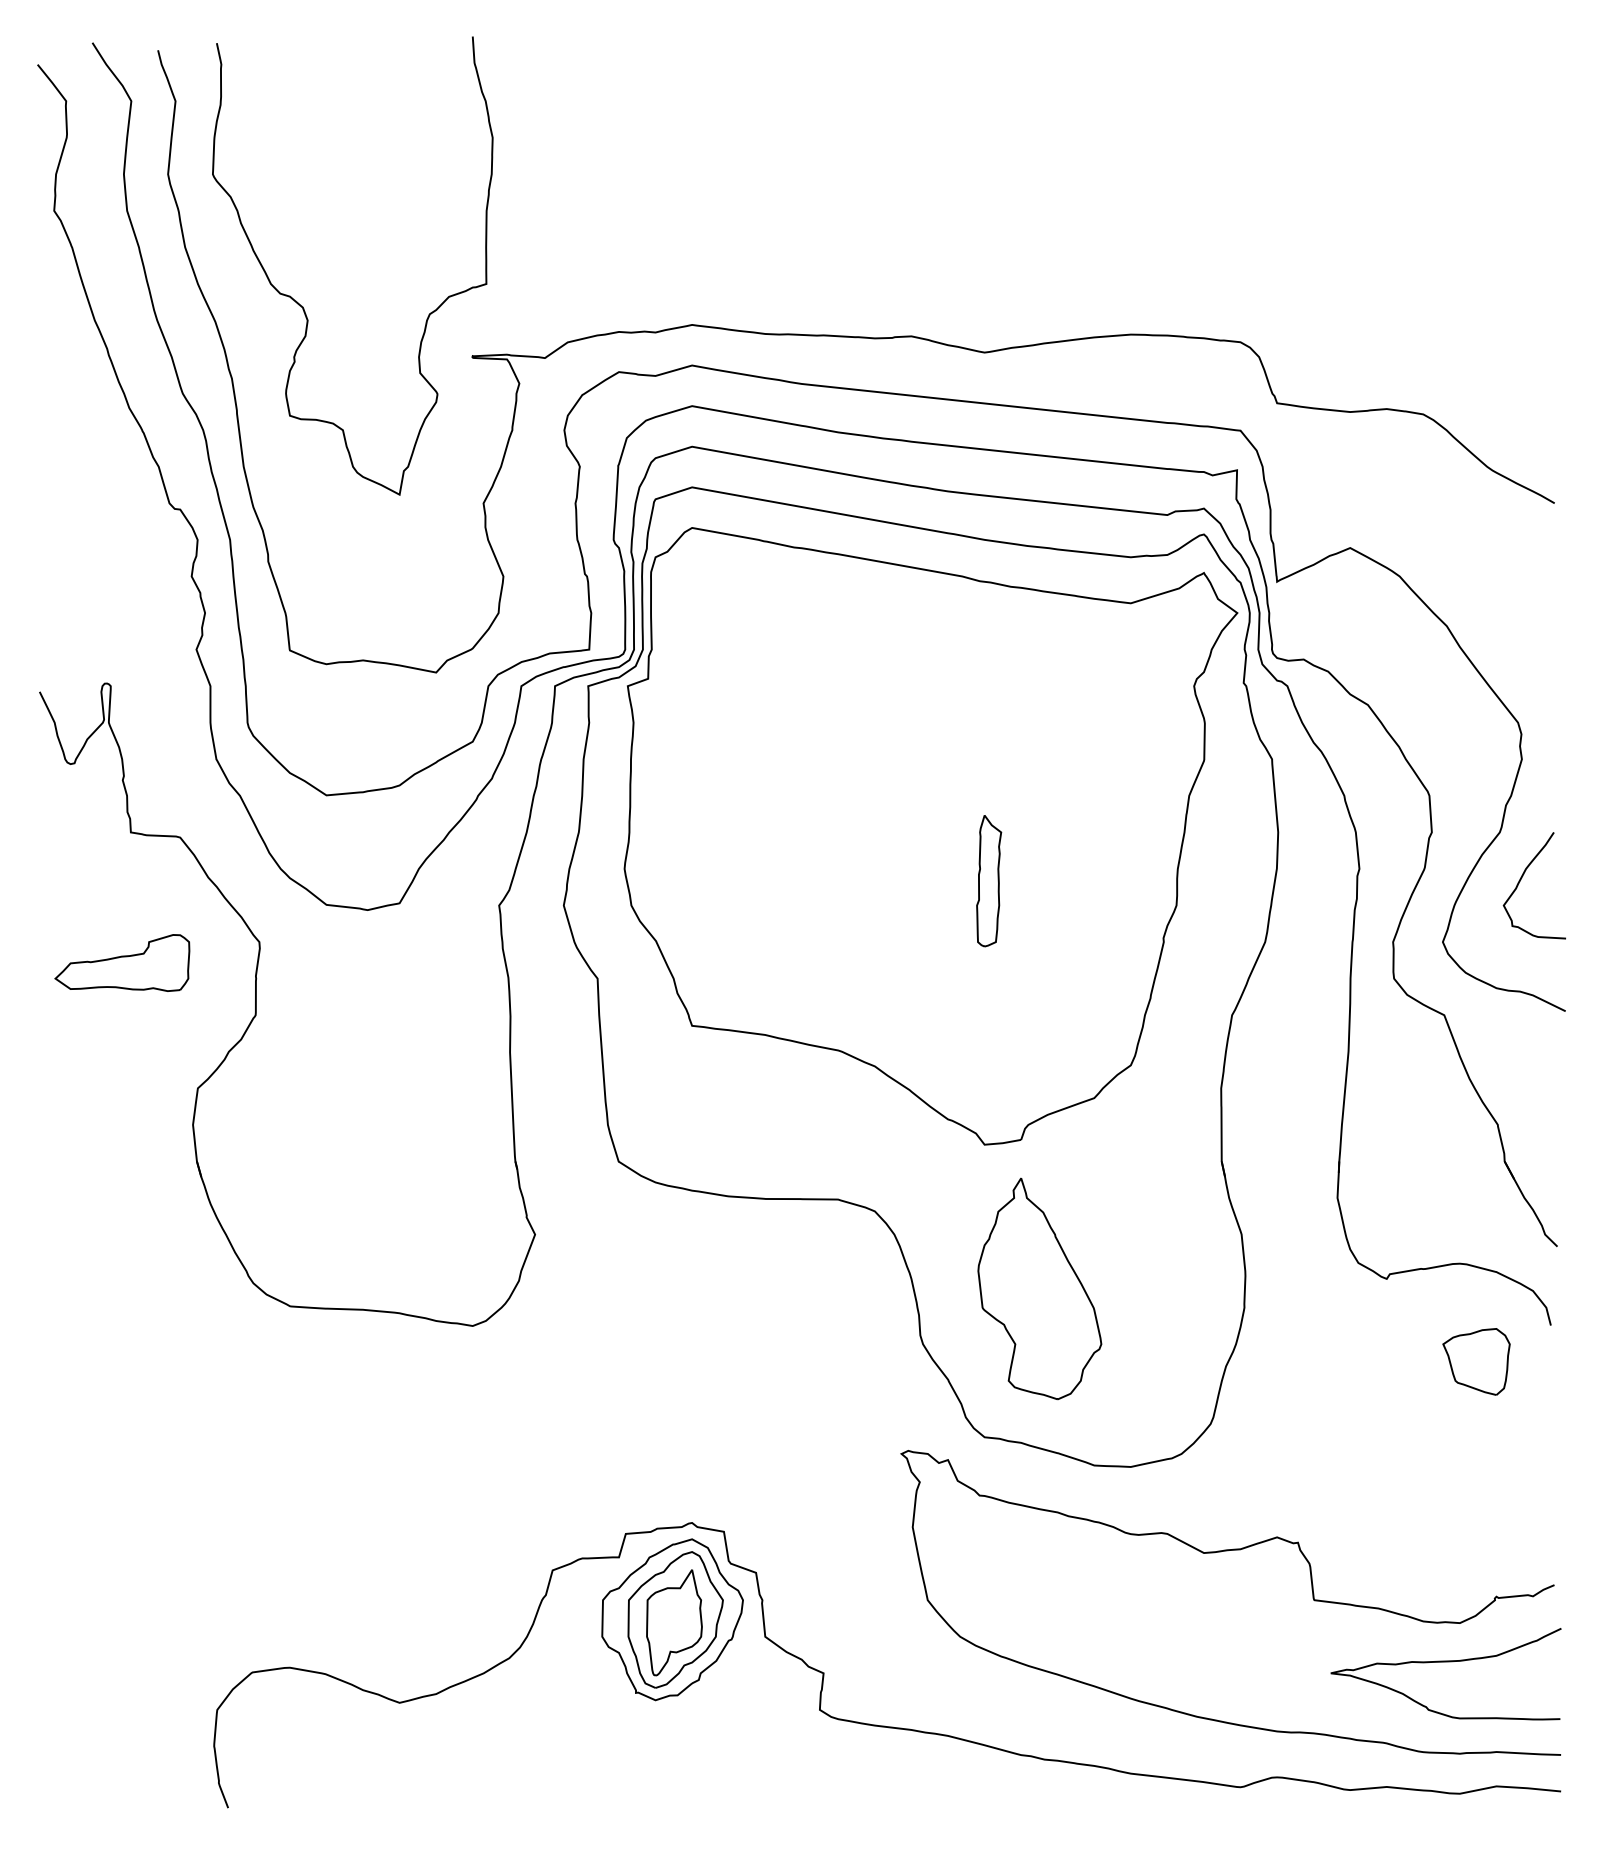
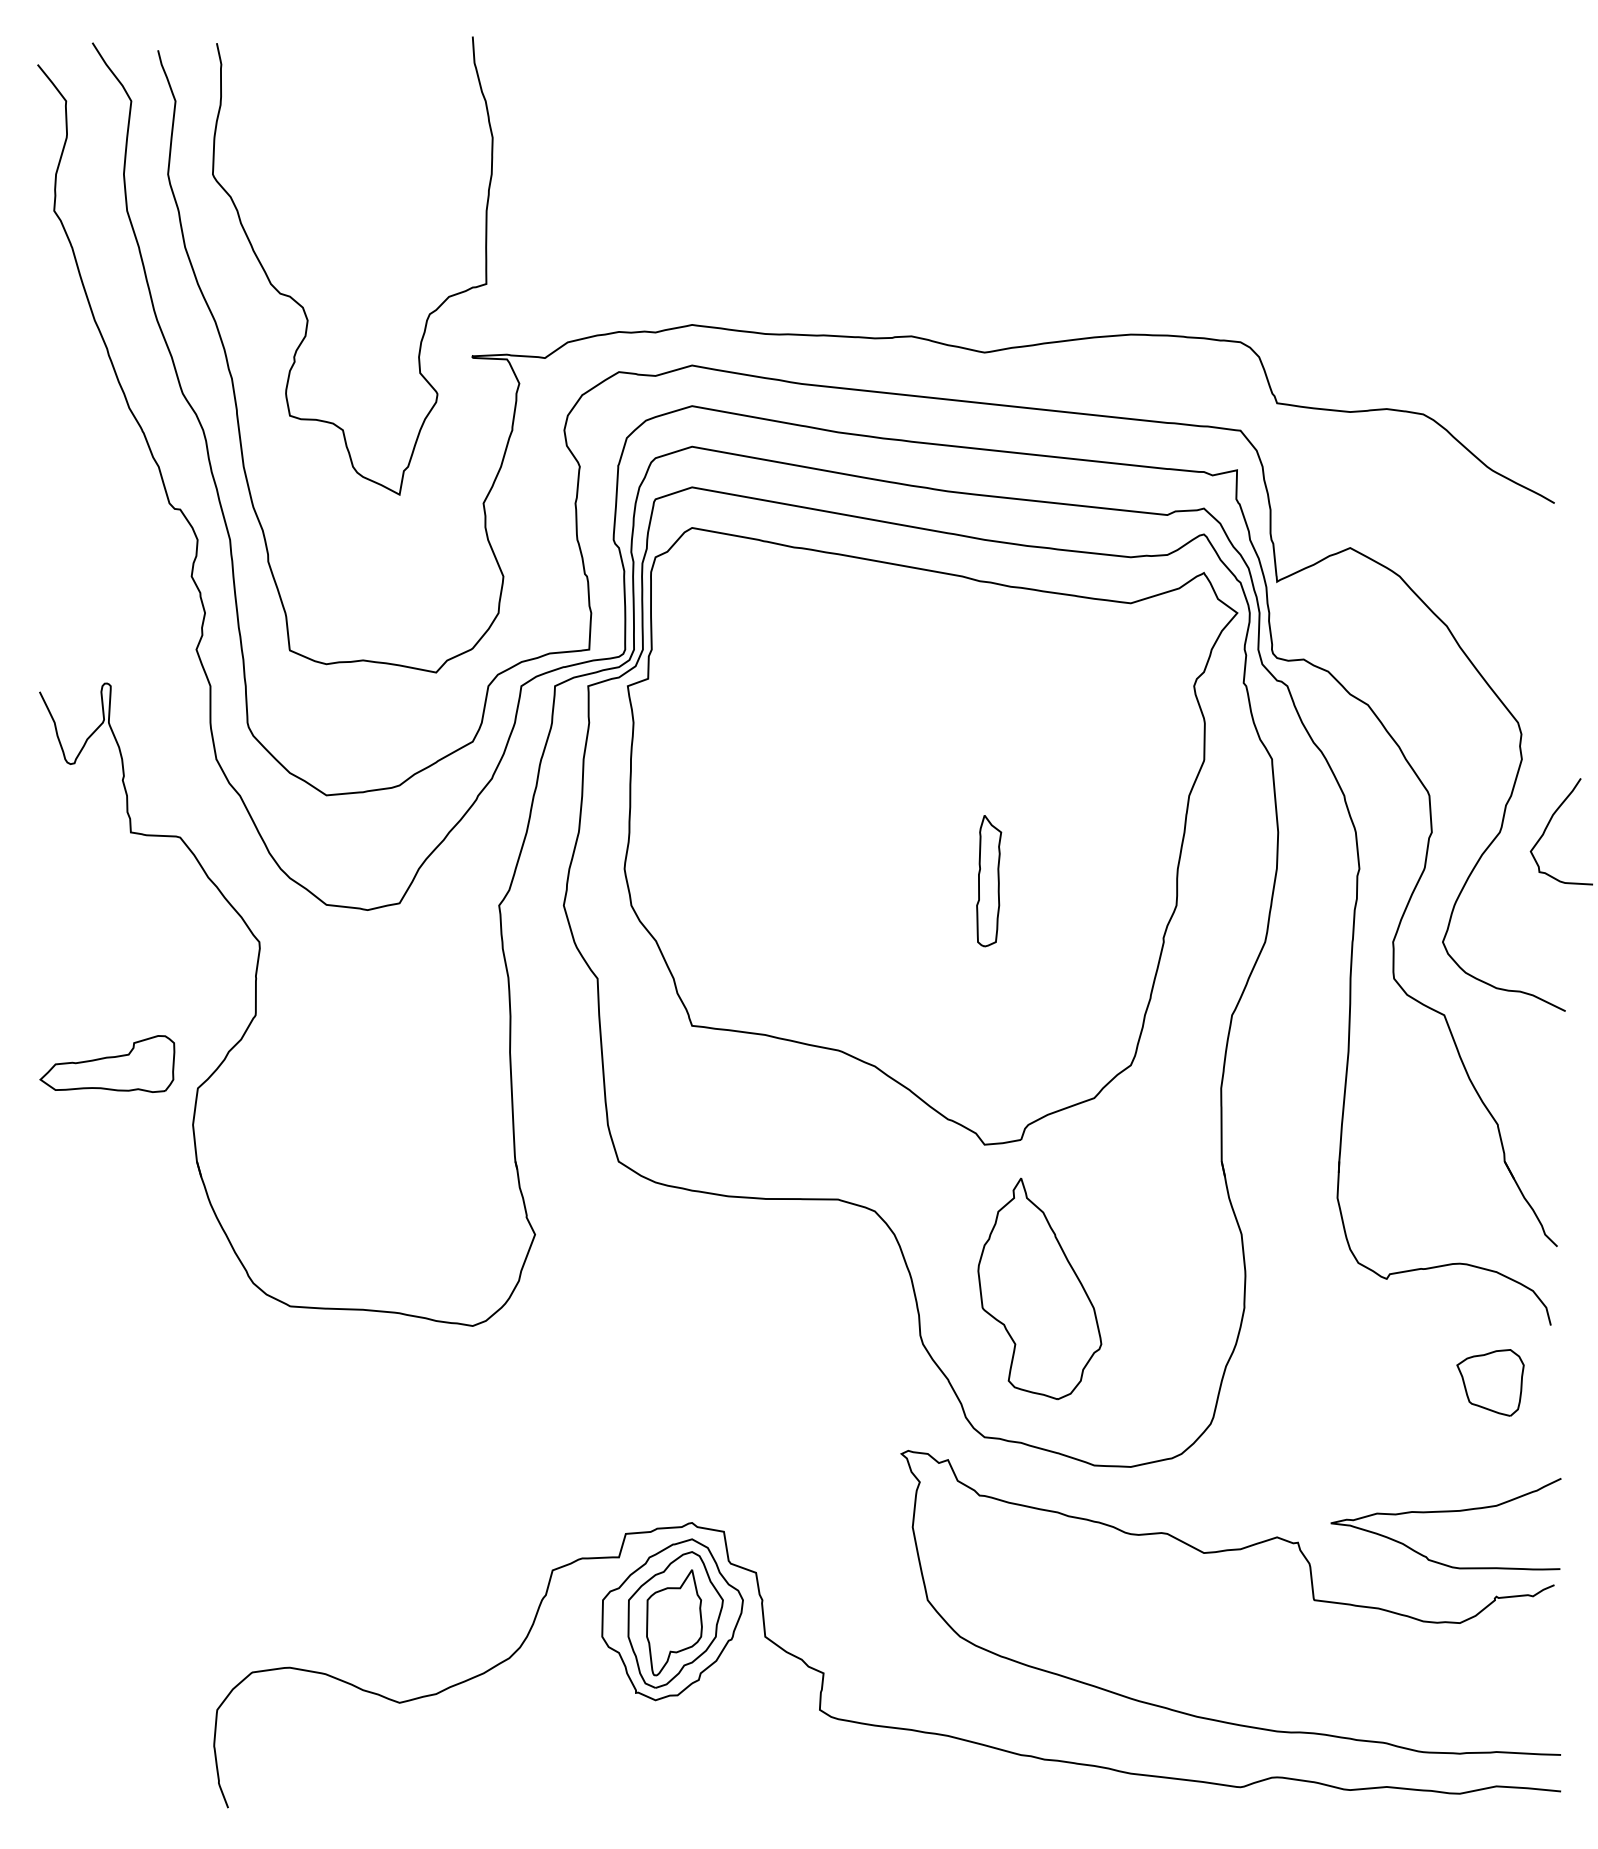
curve at (1522, 878) position: (1522, 878) -> (1549, 824)
part at (122, 962) position: (122, 962) -> (107, 1063)
part at (1476, 1361) position: (1476, 1361) -> (1490, 1382)
curve at (1445, 1662) position: (1445, 1662) -> (1445, 1512)
